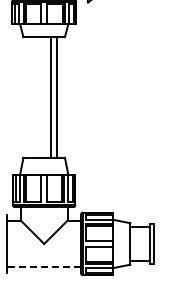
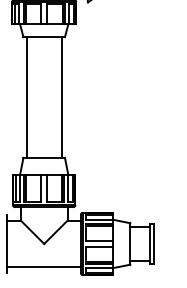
line at (50, 97) position: (50, 97) -> (26, 97)
line at (56, 97) position: (56, 97) -> (61, 97)
line at (44, 267): dashed -> solid
